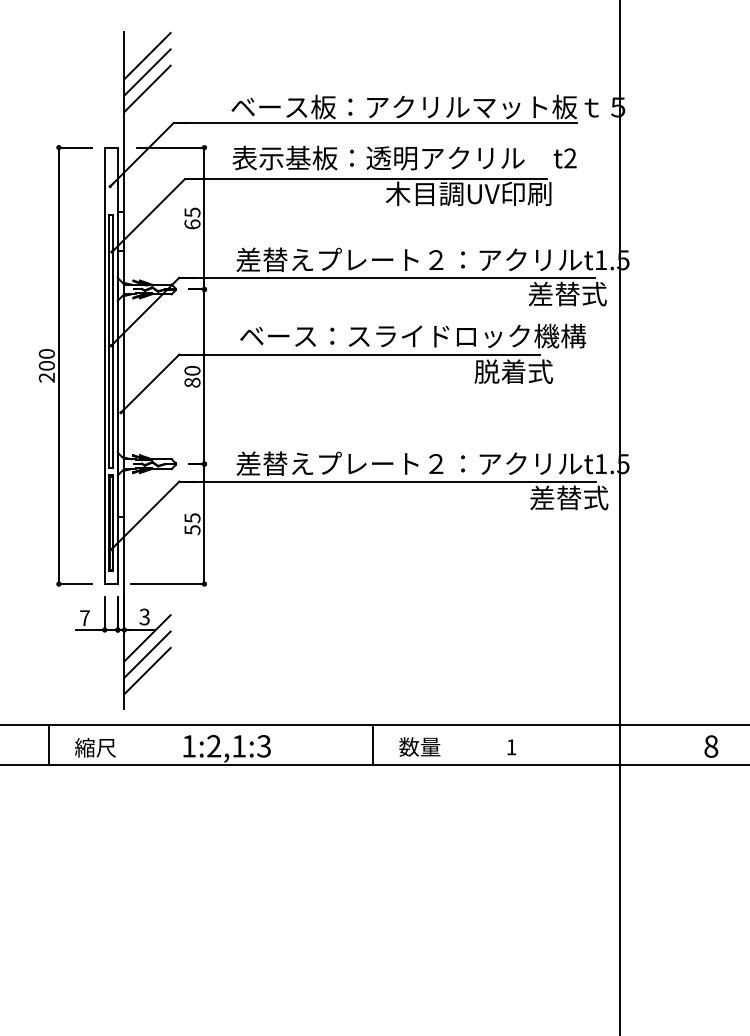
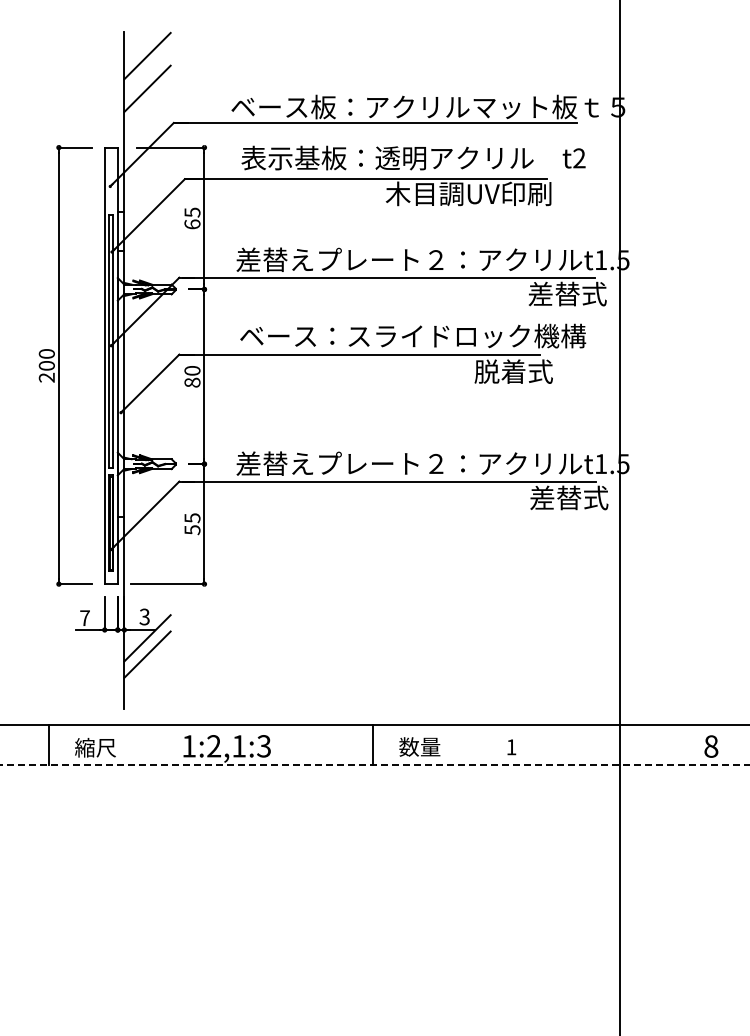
line at (147, 72): present -> none
text at (404, 157) position: (404, 157) -> (413, 157)
line at (147, 670): present -> none
line at (374, 764): solid -> dashed
